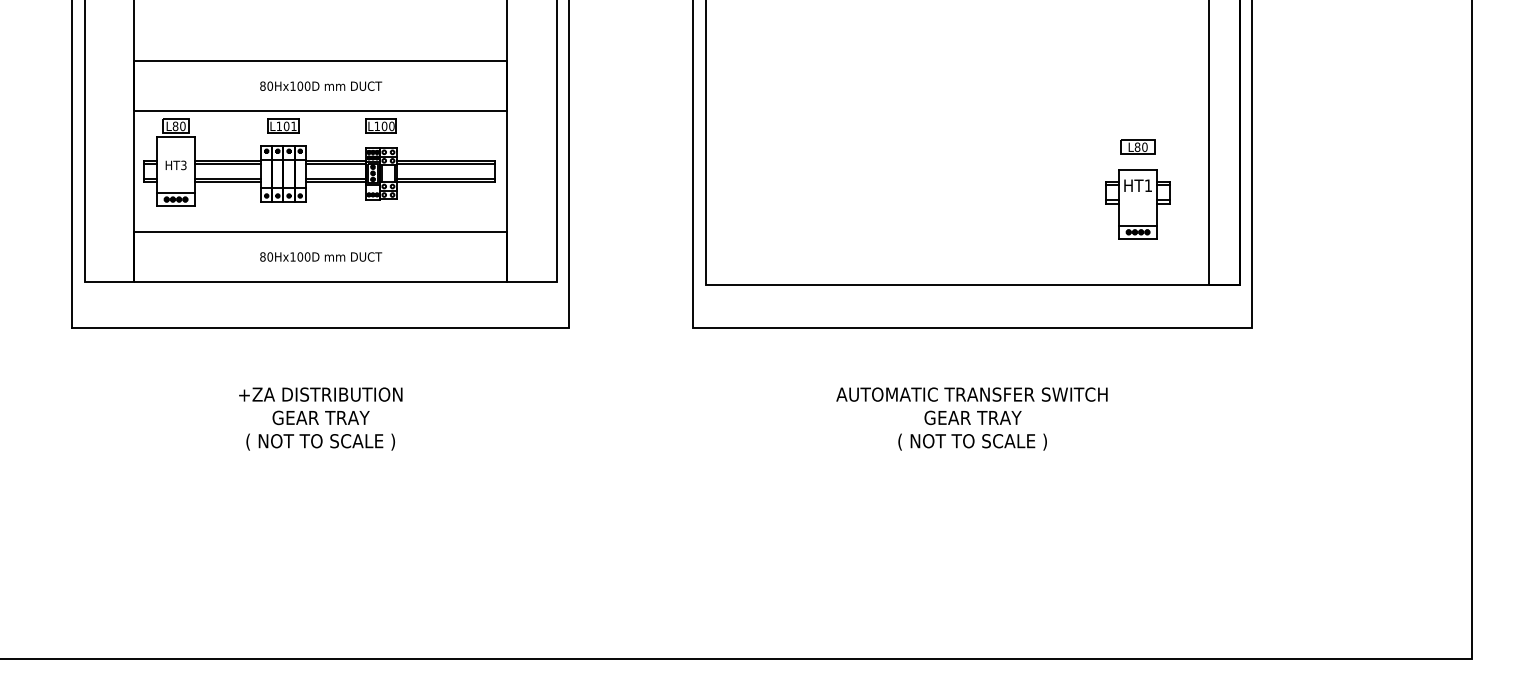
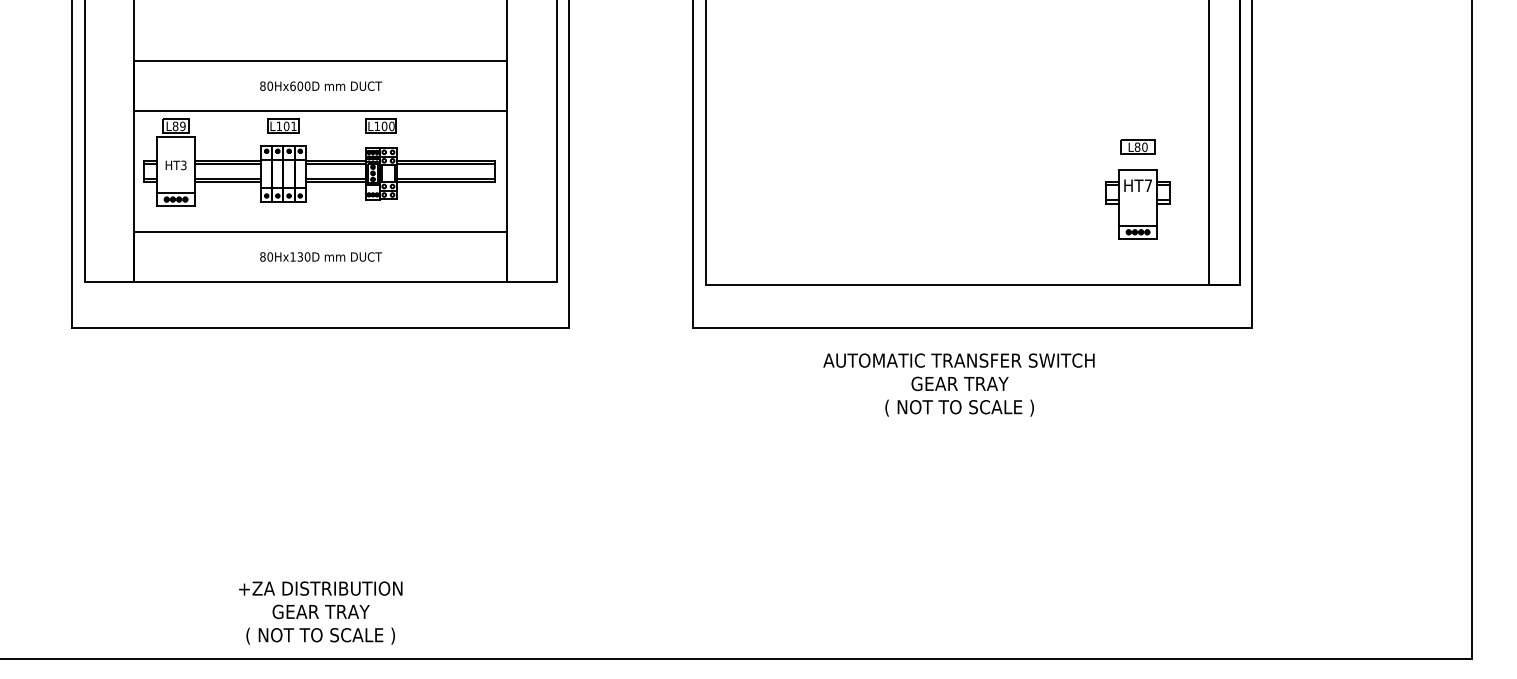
text at (292, 85): 80Hx100D -> 80Hx600D
text at (182, 126): L80 -> L89
text at (1148, 185): HT1 -> HT7
text at (300, 256): 80Hx100D -> 80Hx130D
text at (320, 418) position: (320, 418) -> (320, 612)
text at (971, 418) position: (971, 418) -> (958, 384)
